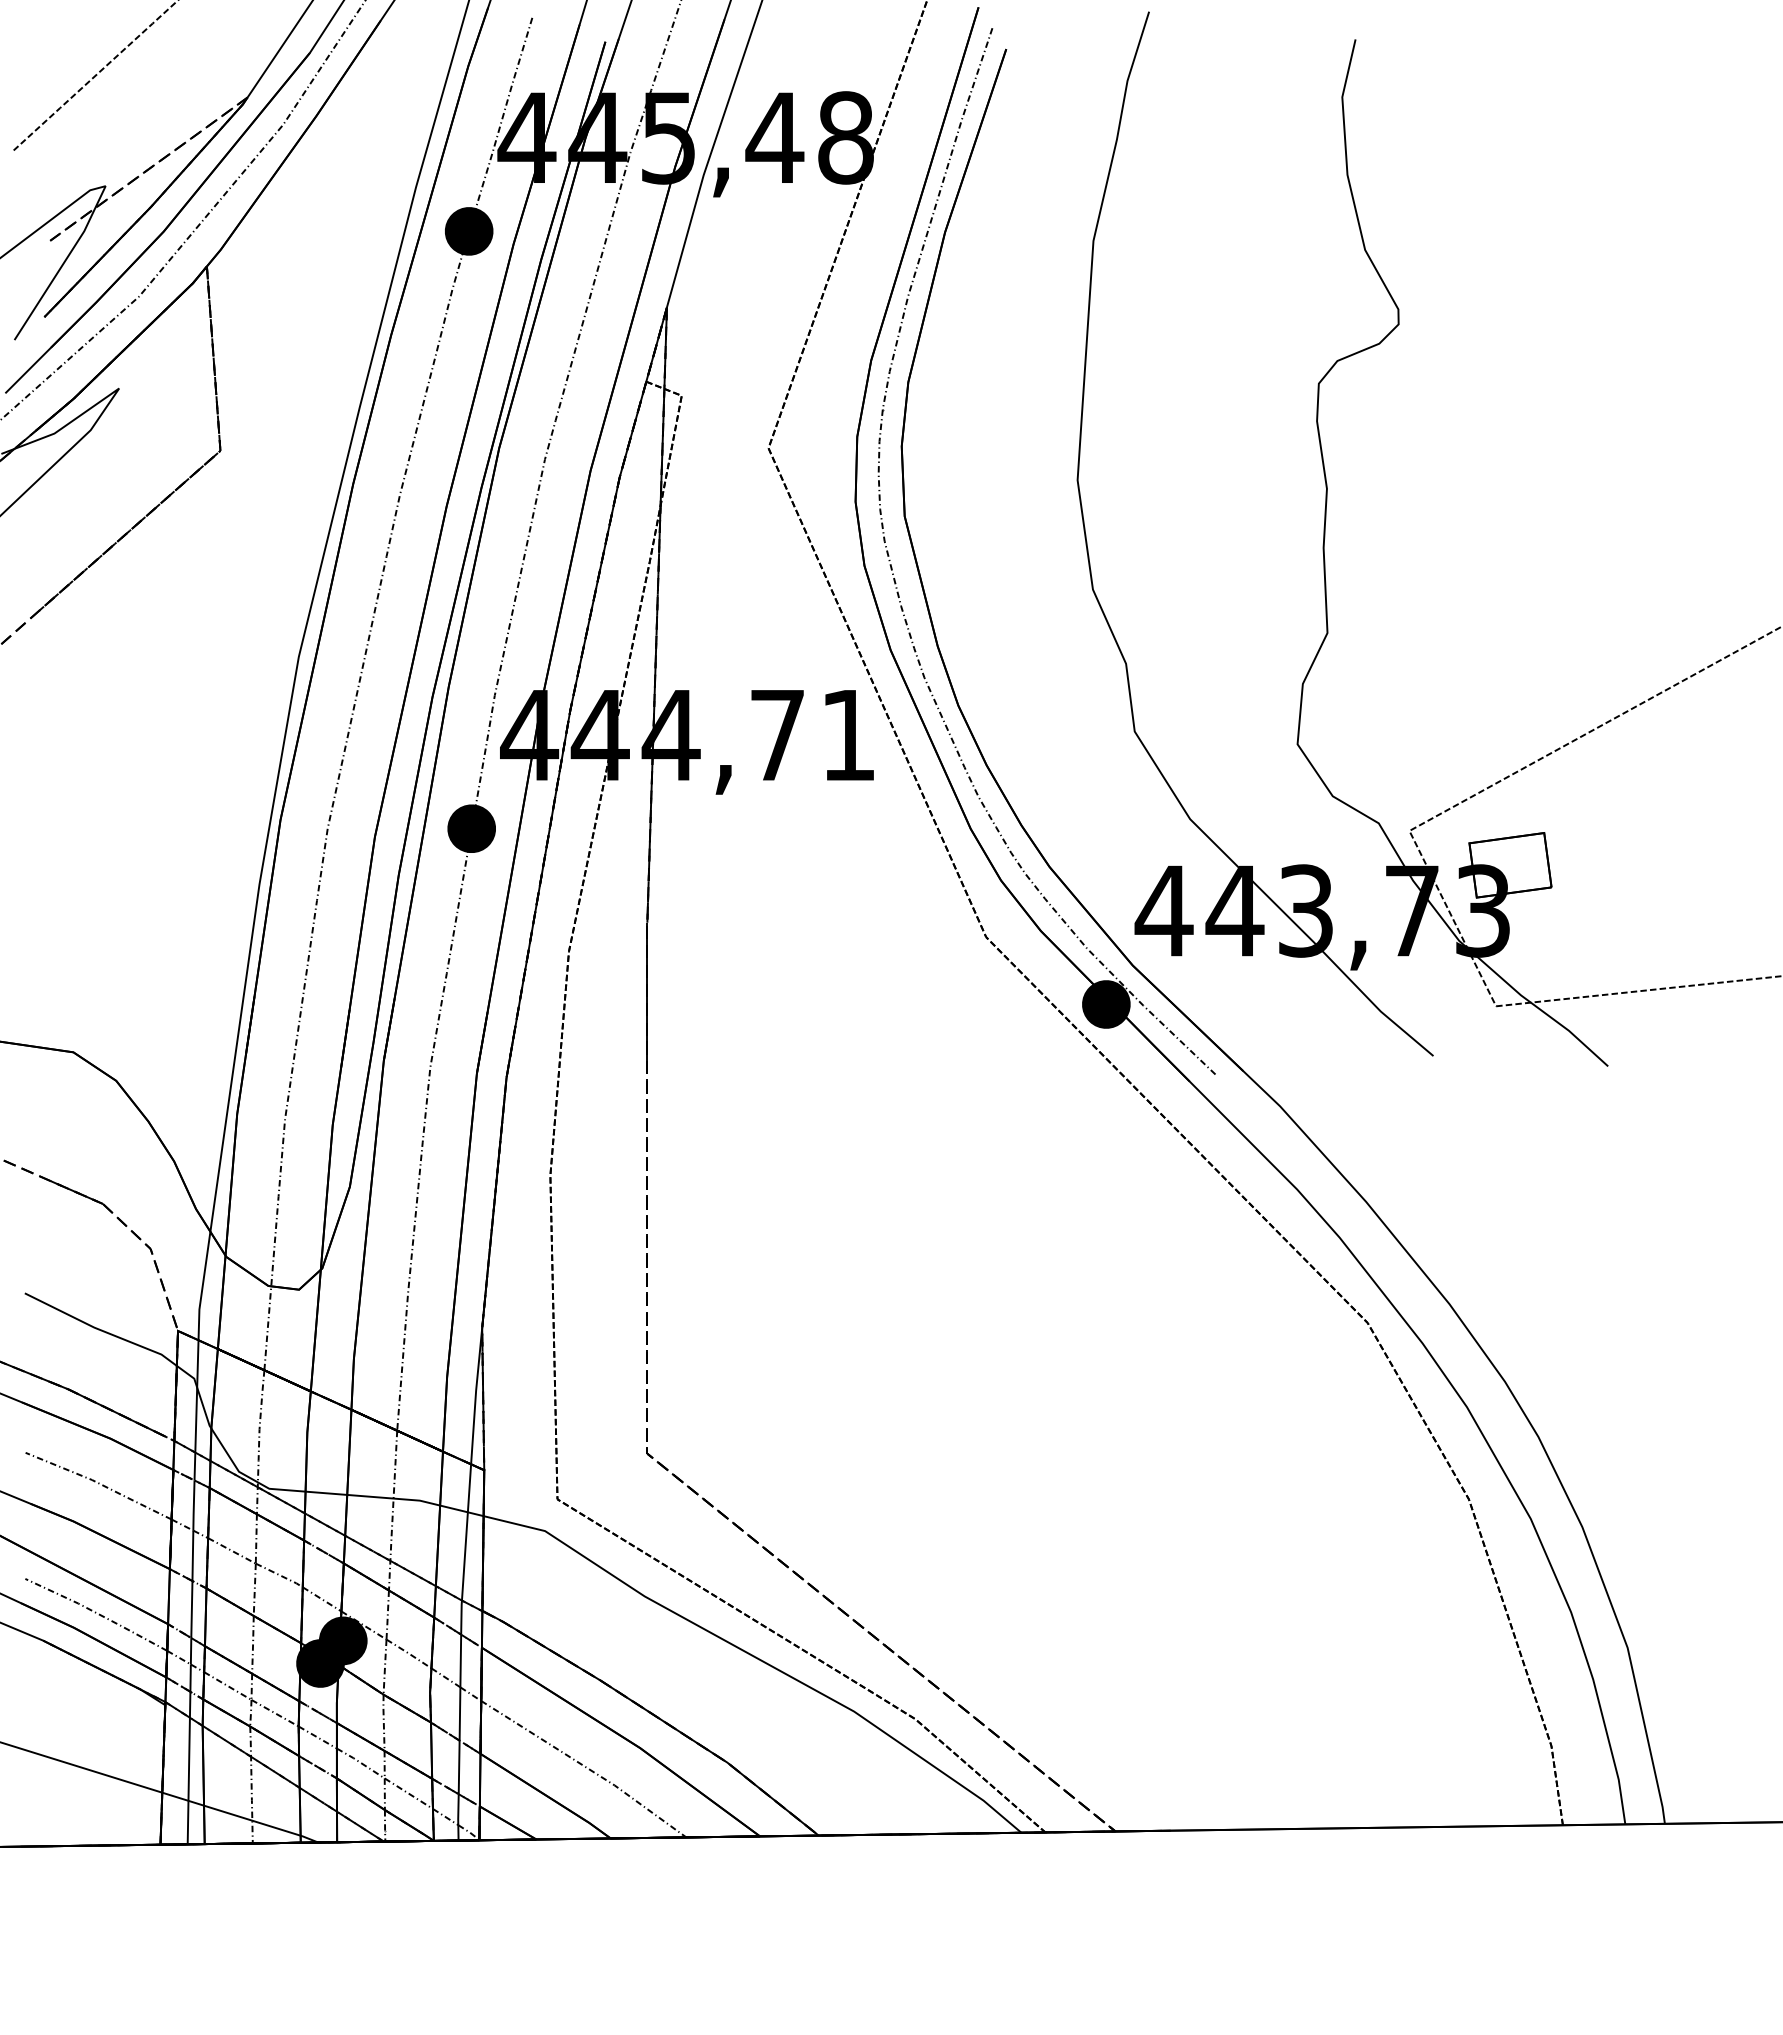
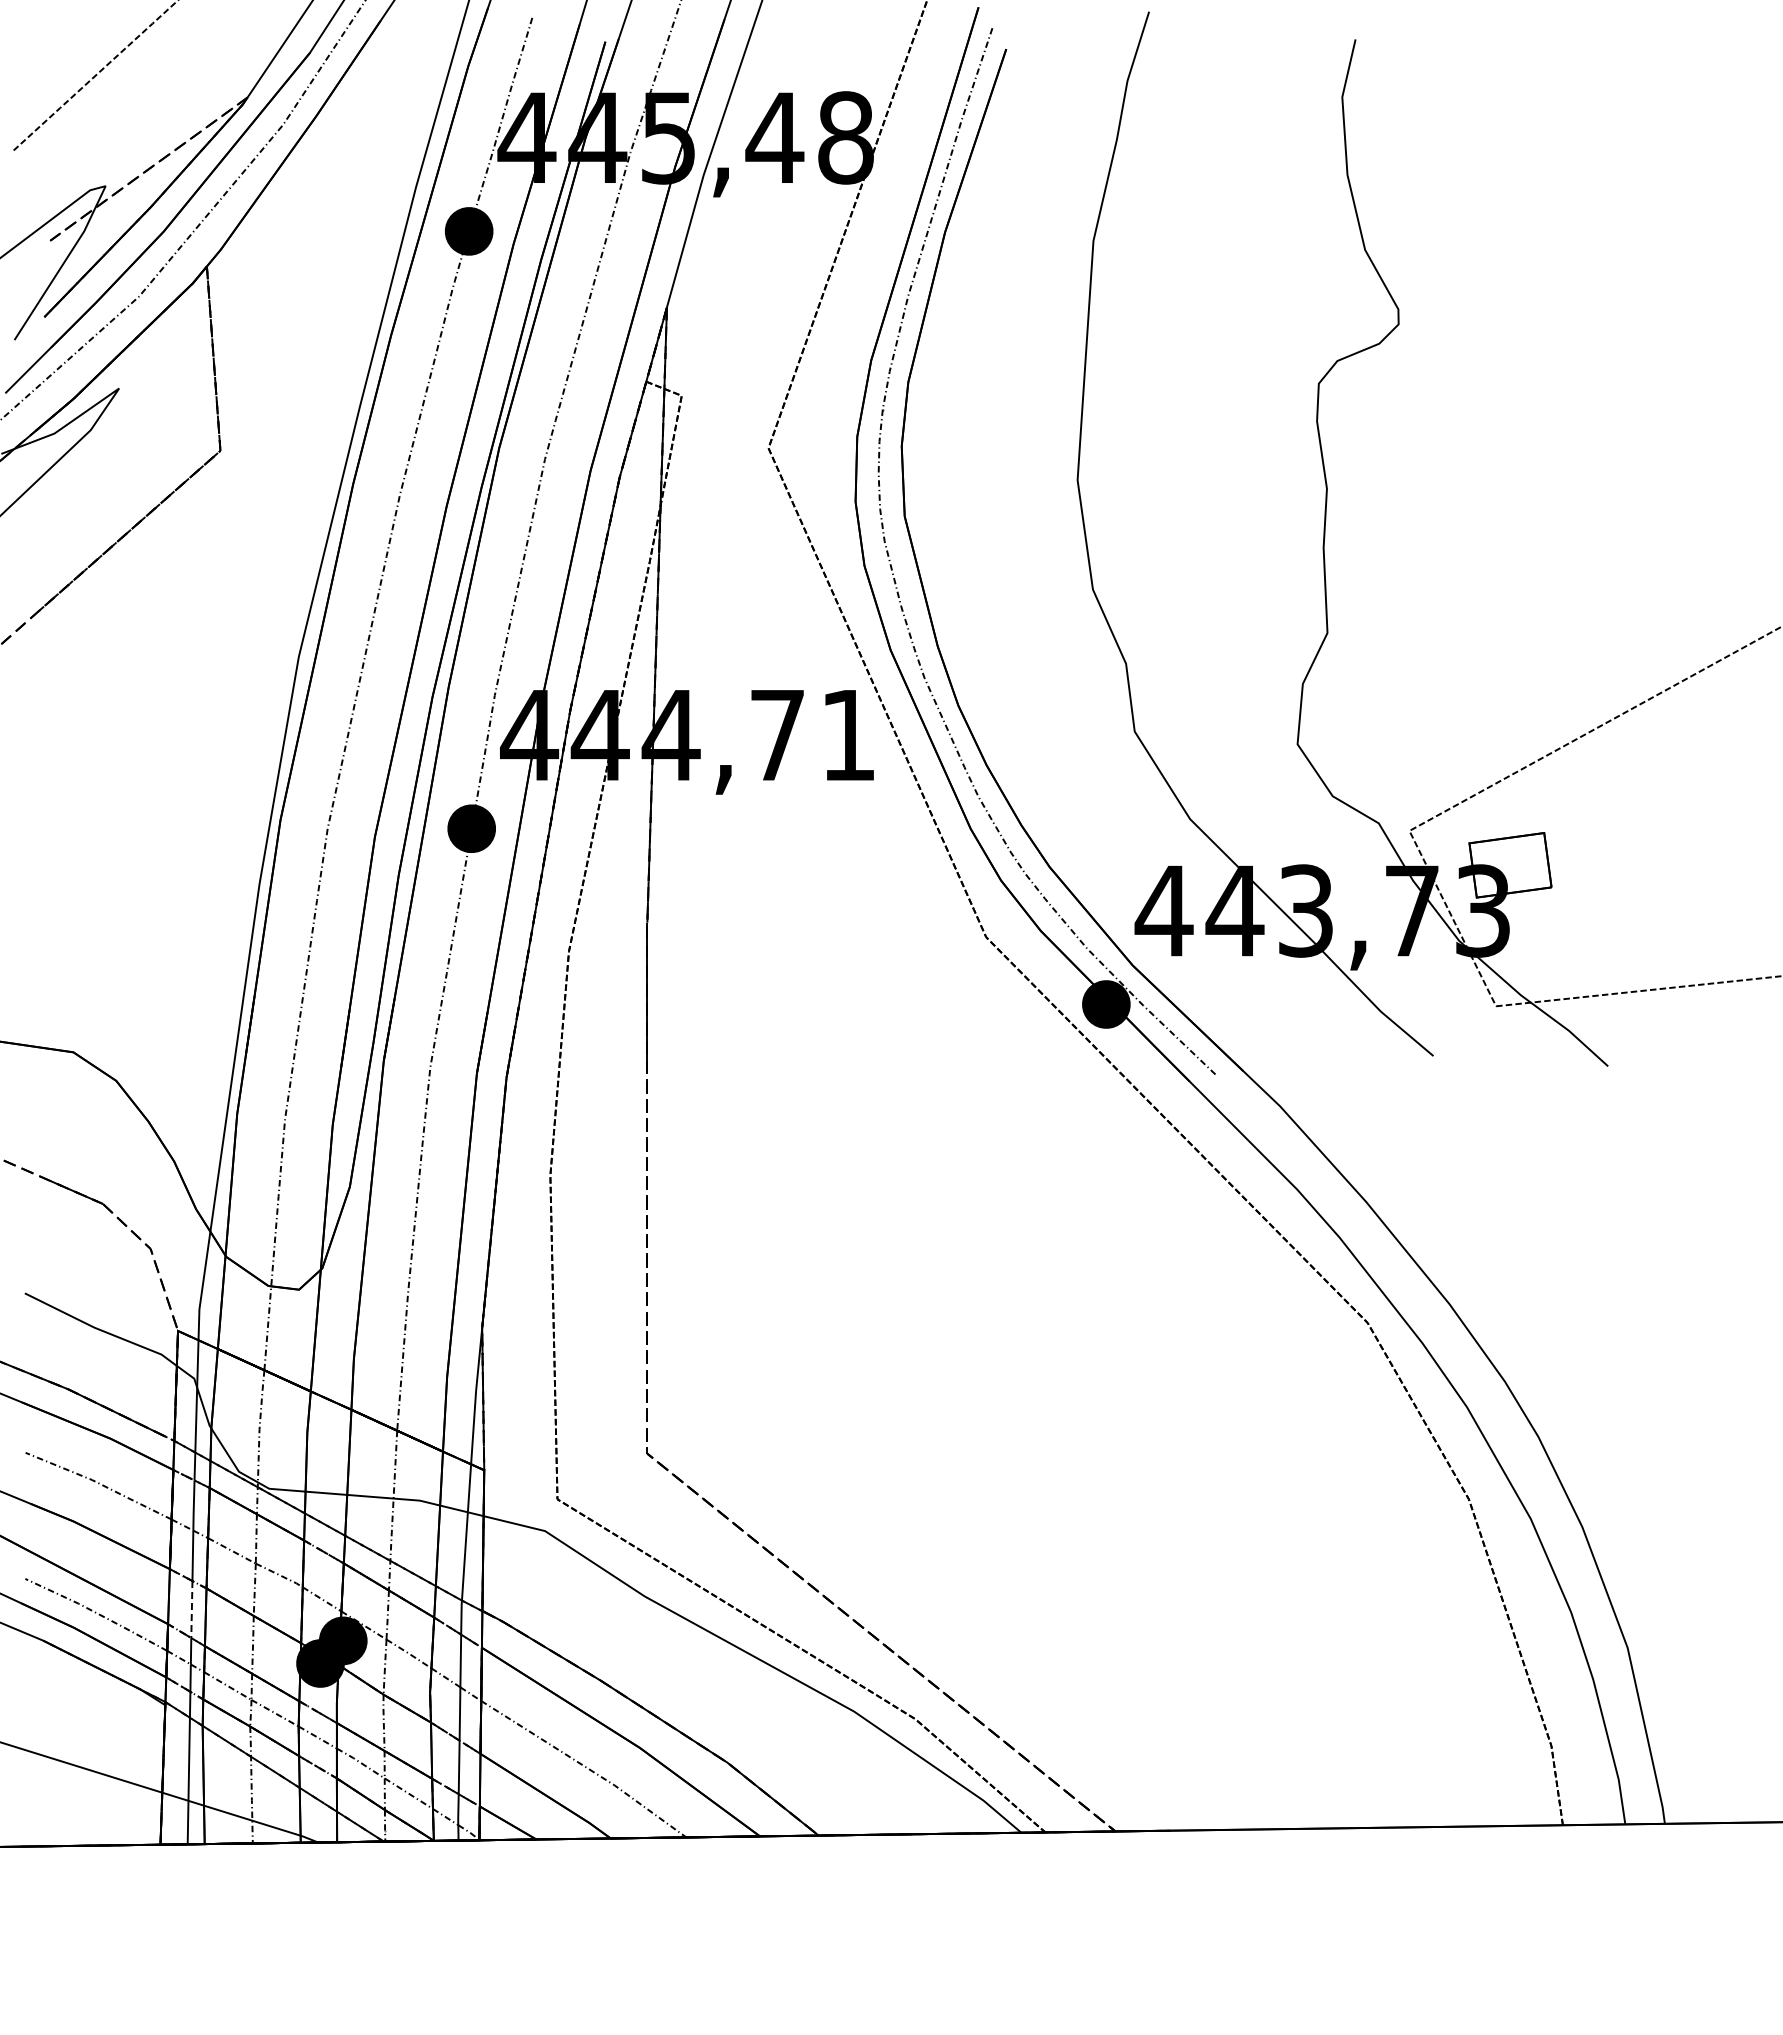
line at (191, 1611): solid -> dashed
